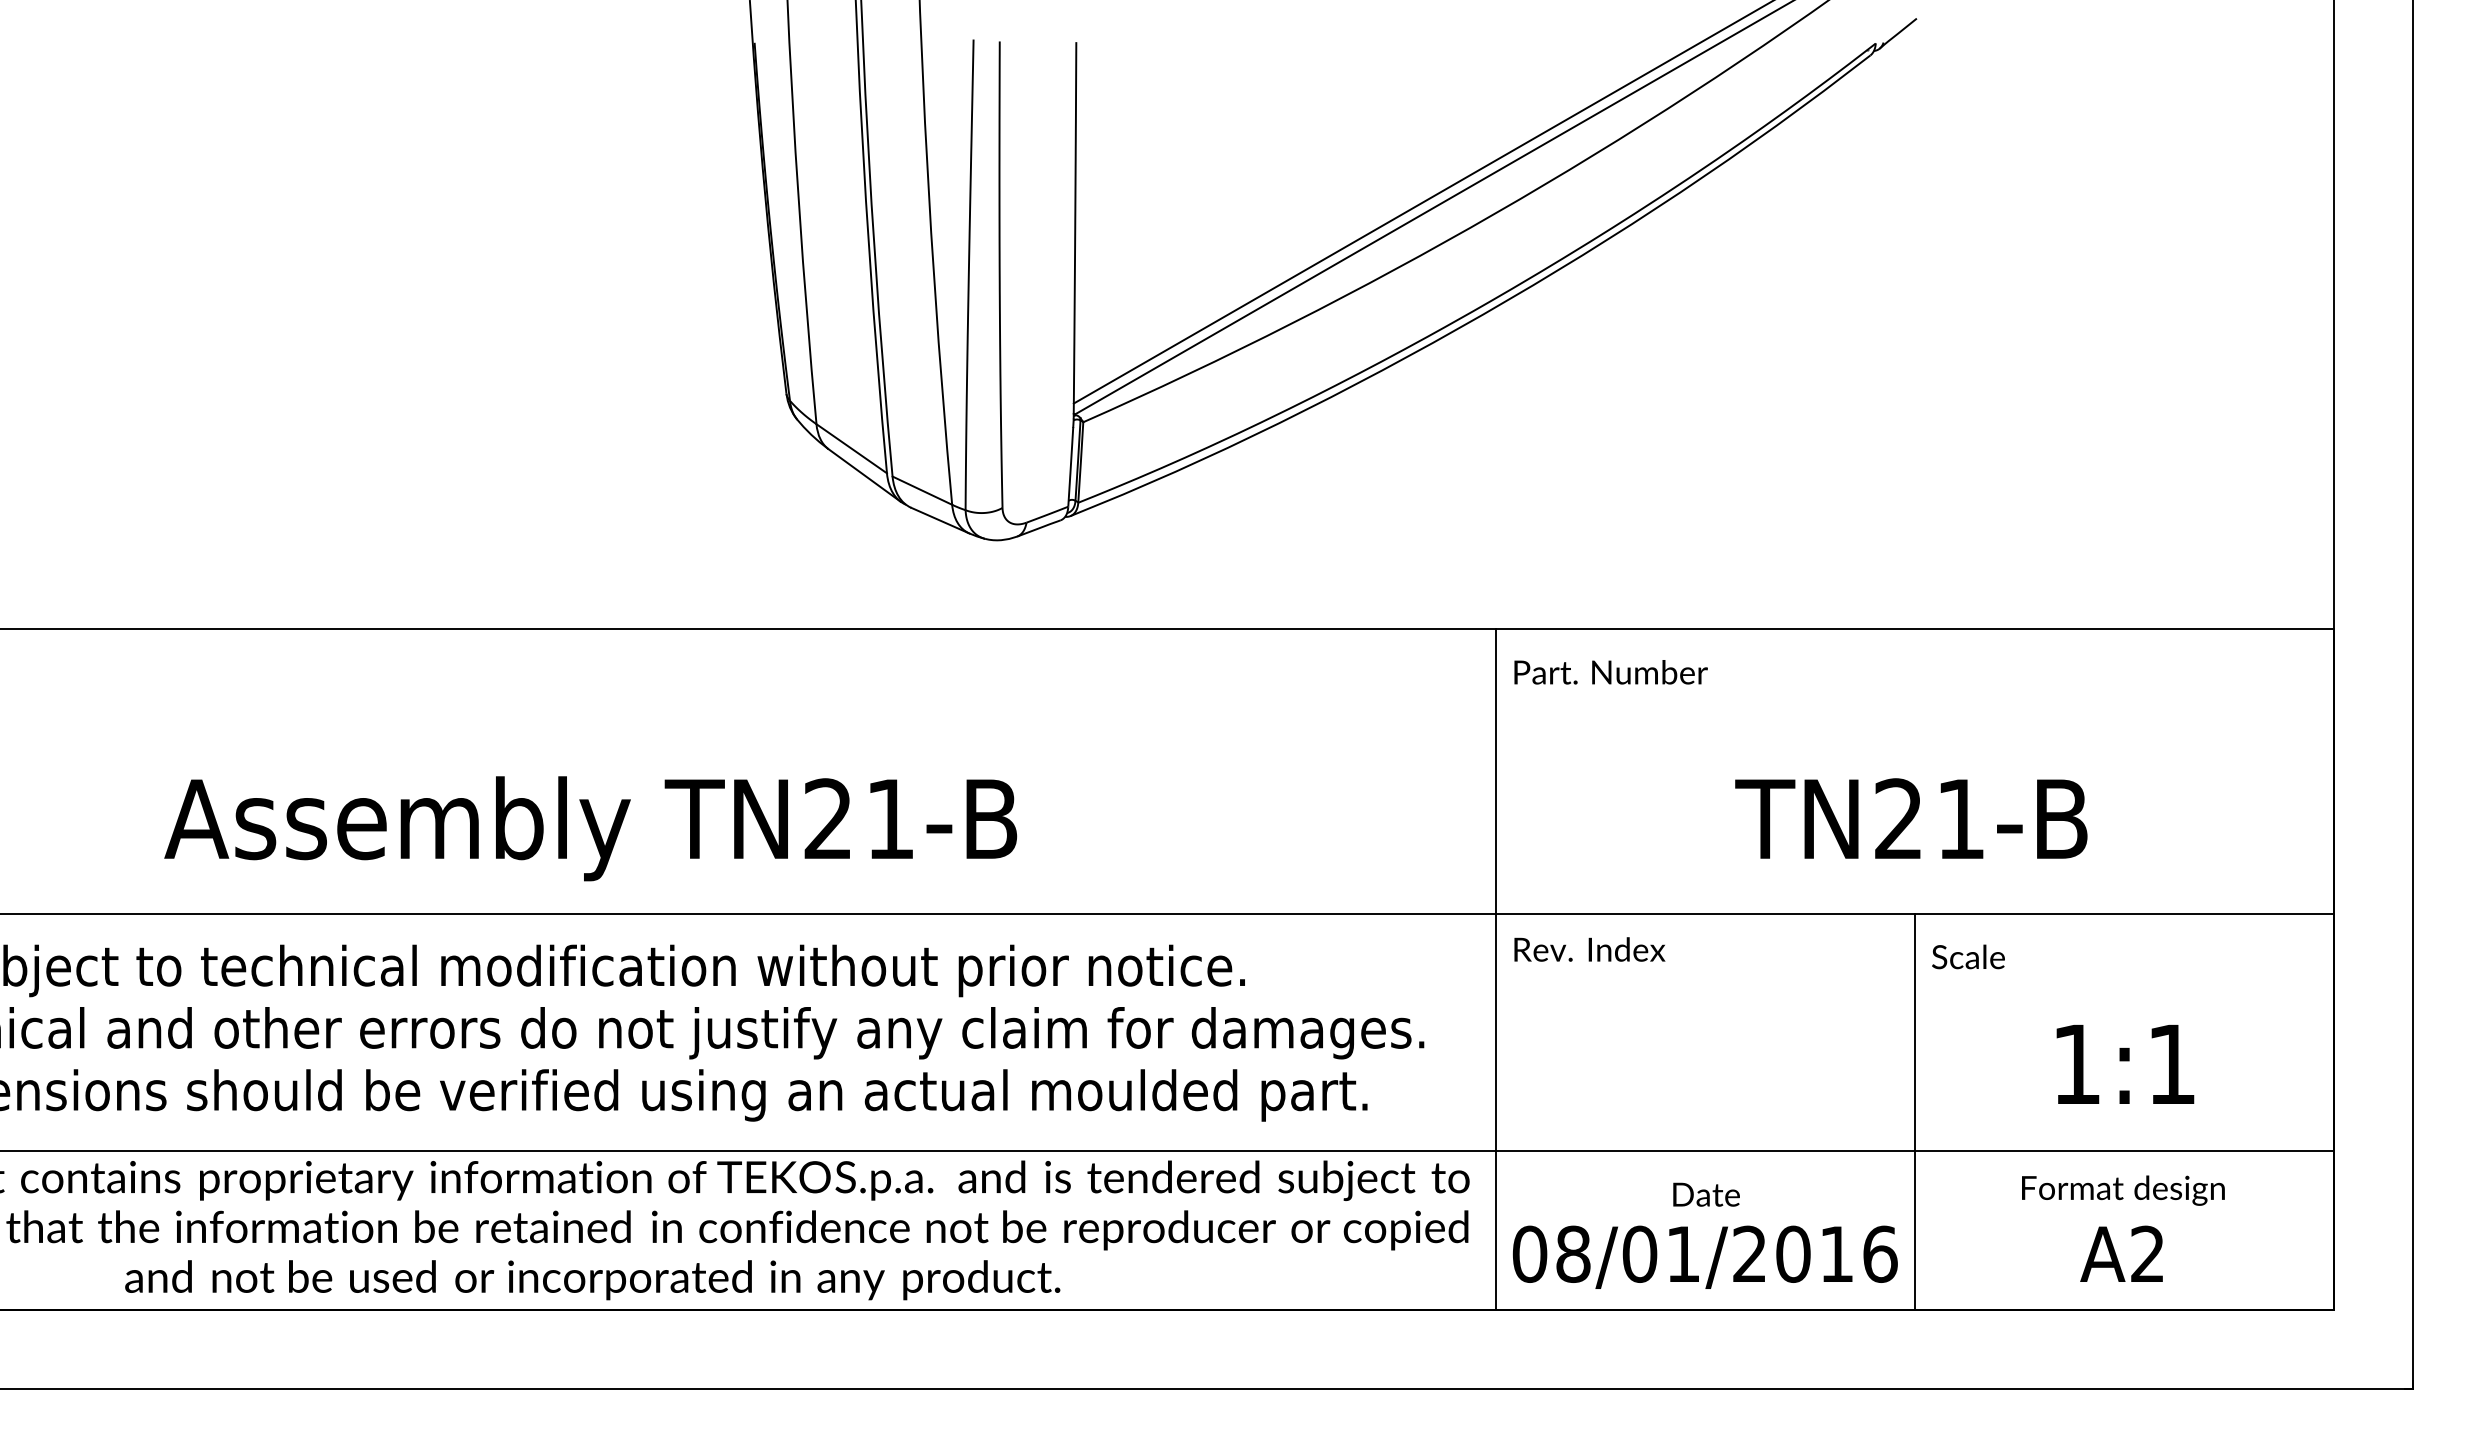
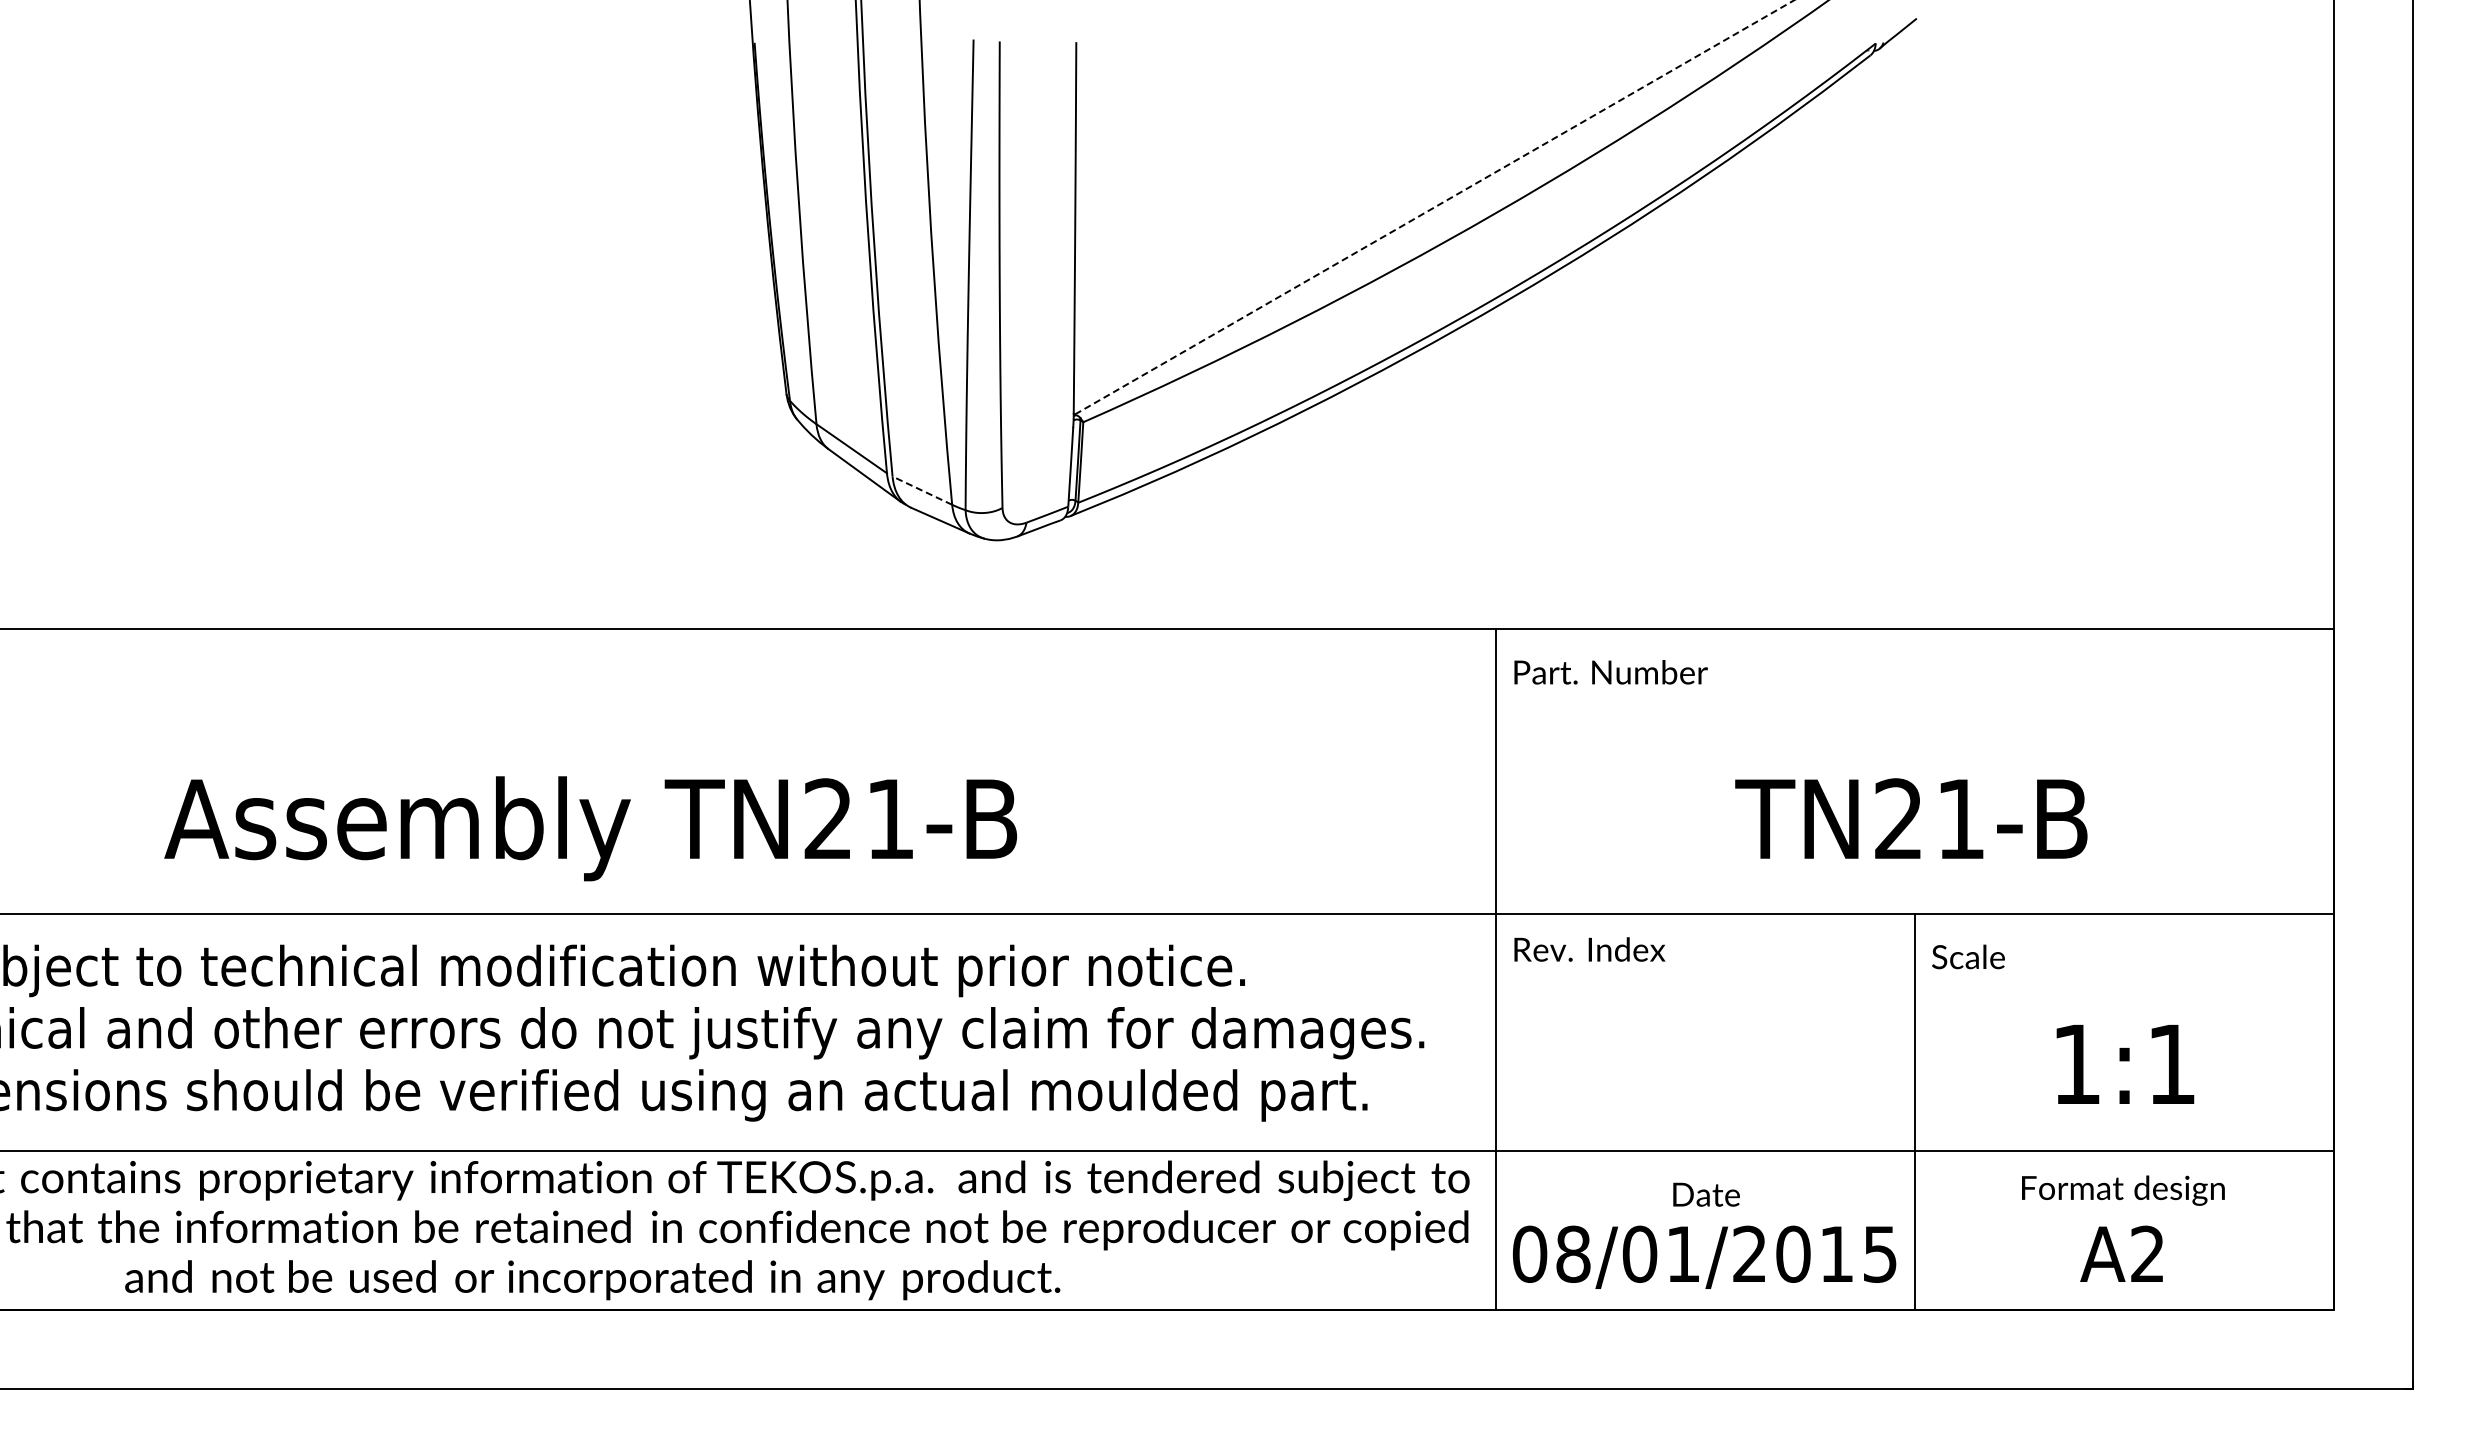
line at (1421, 202): present -> none
line at (1434, 207): solid -> dashed
line at (922, 490): solid -> dashed
text at (1880, 1253): 08/01/2016 -> 08/01/2015
